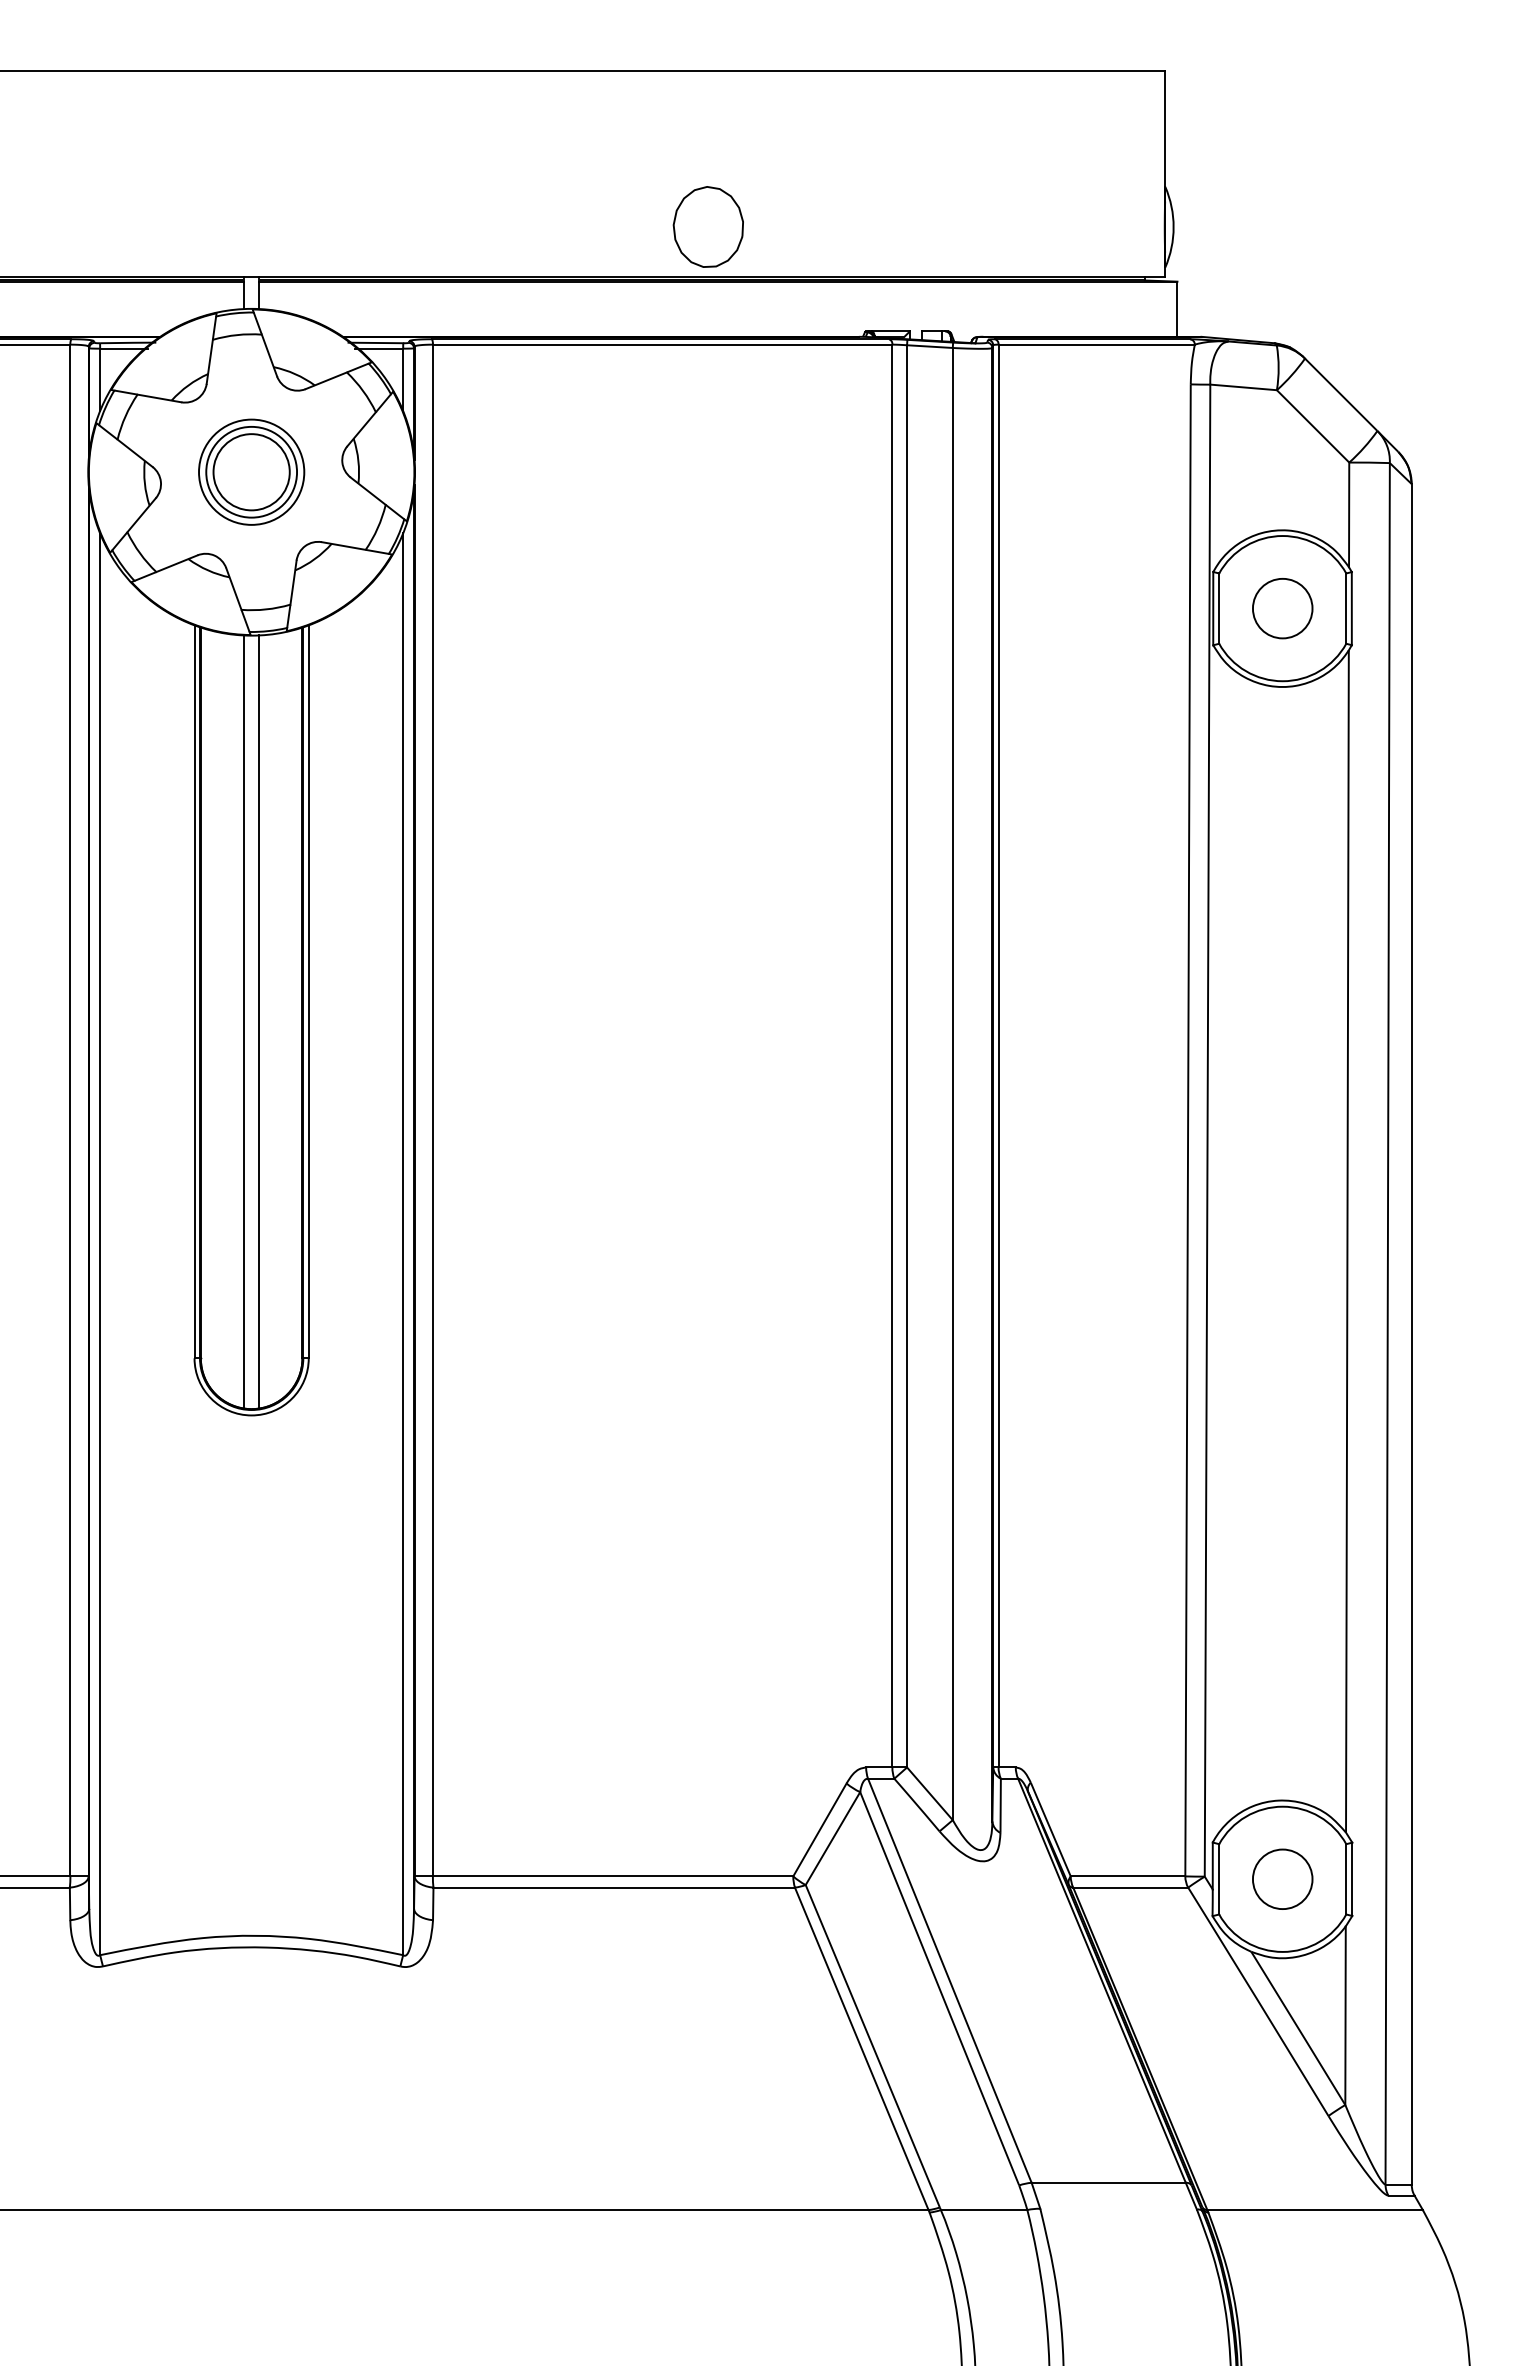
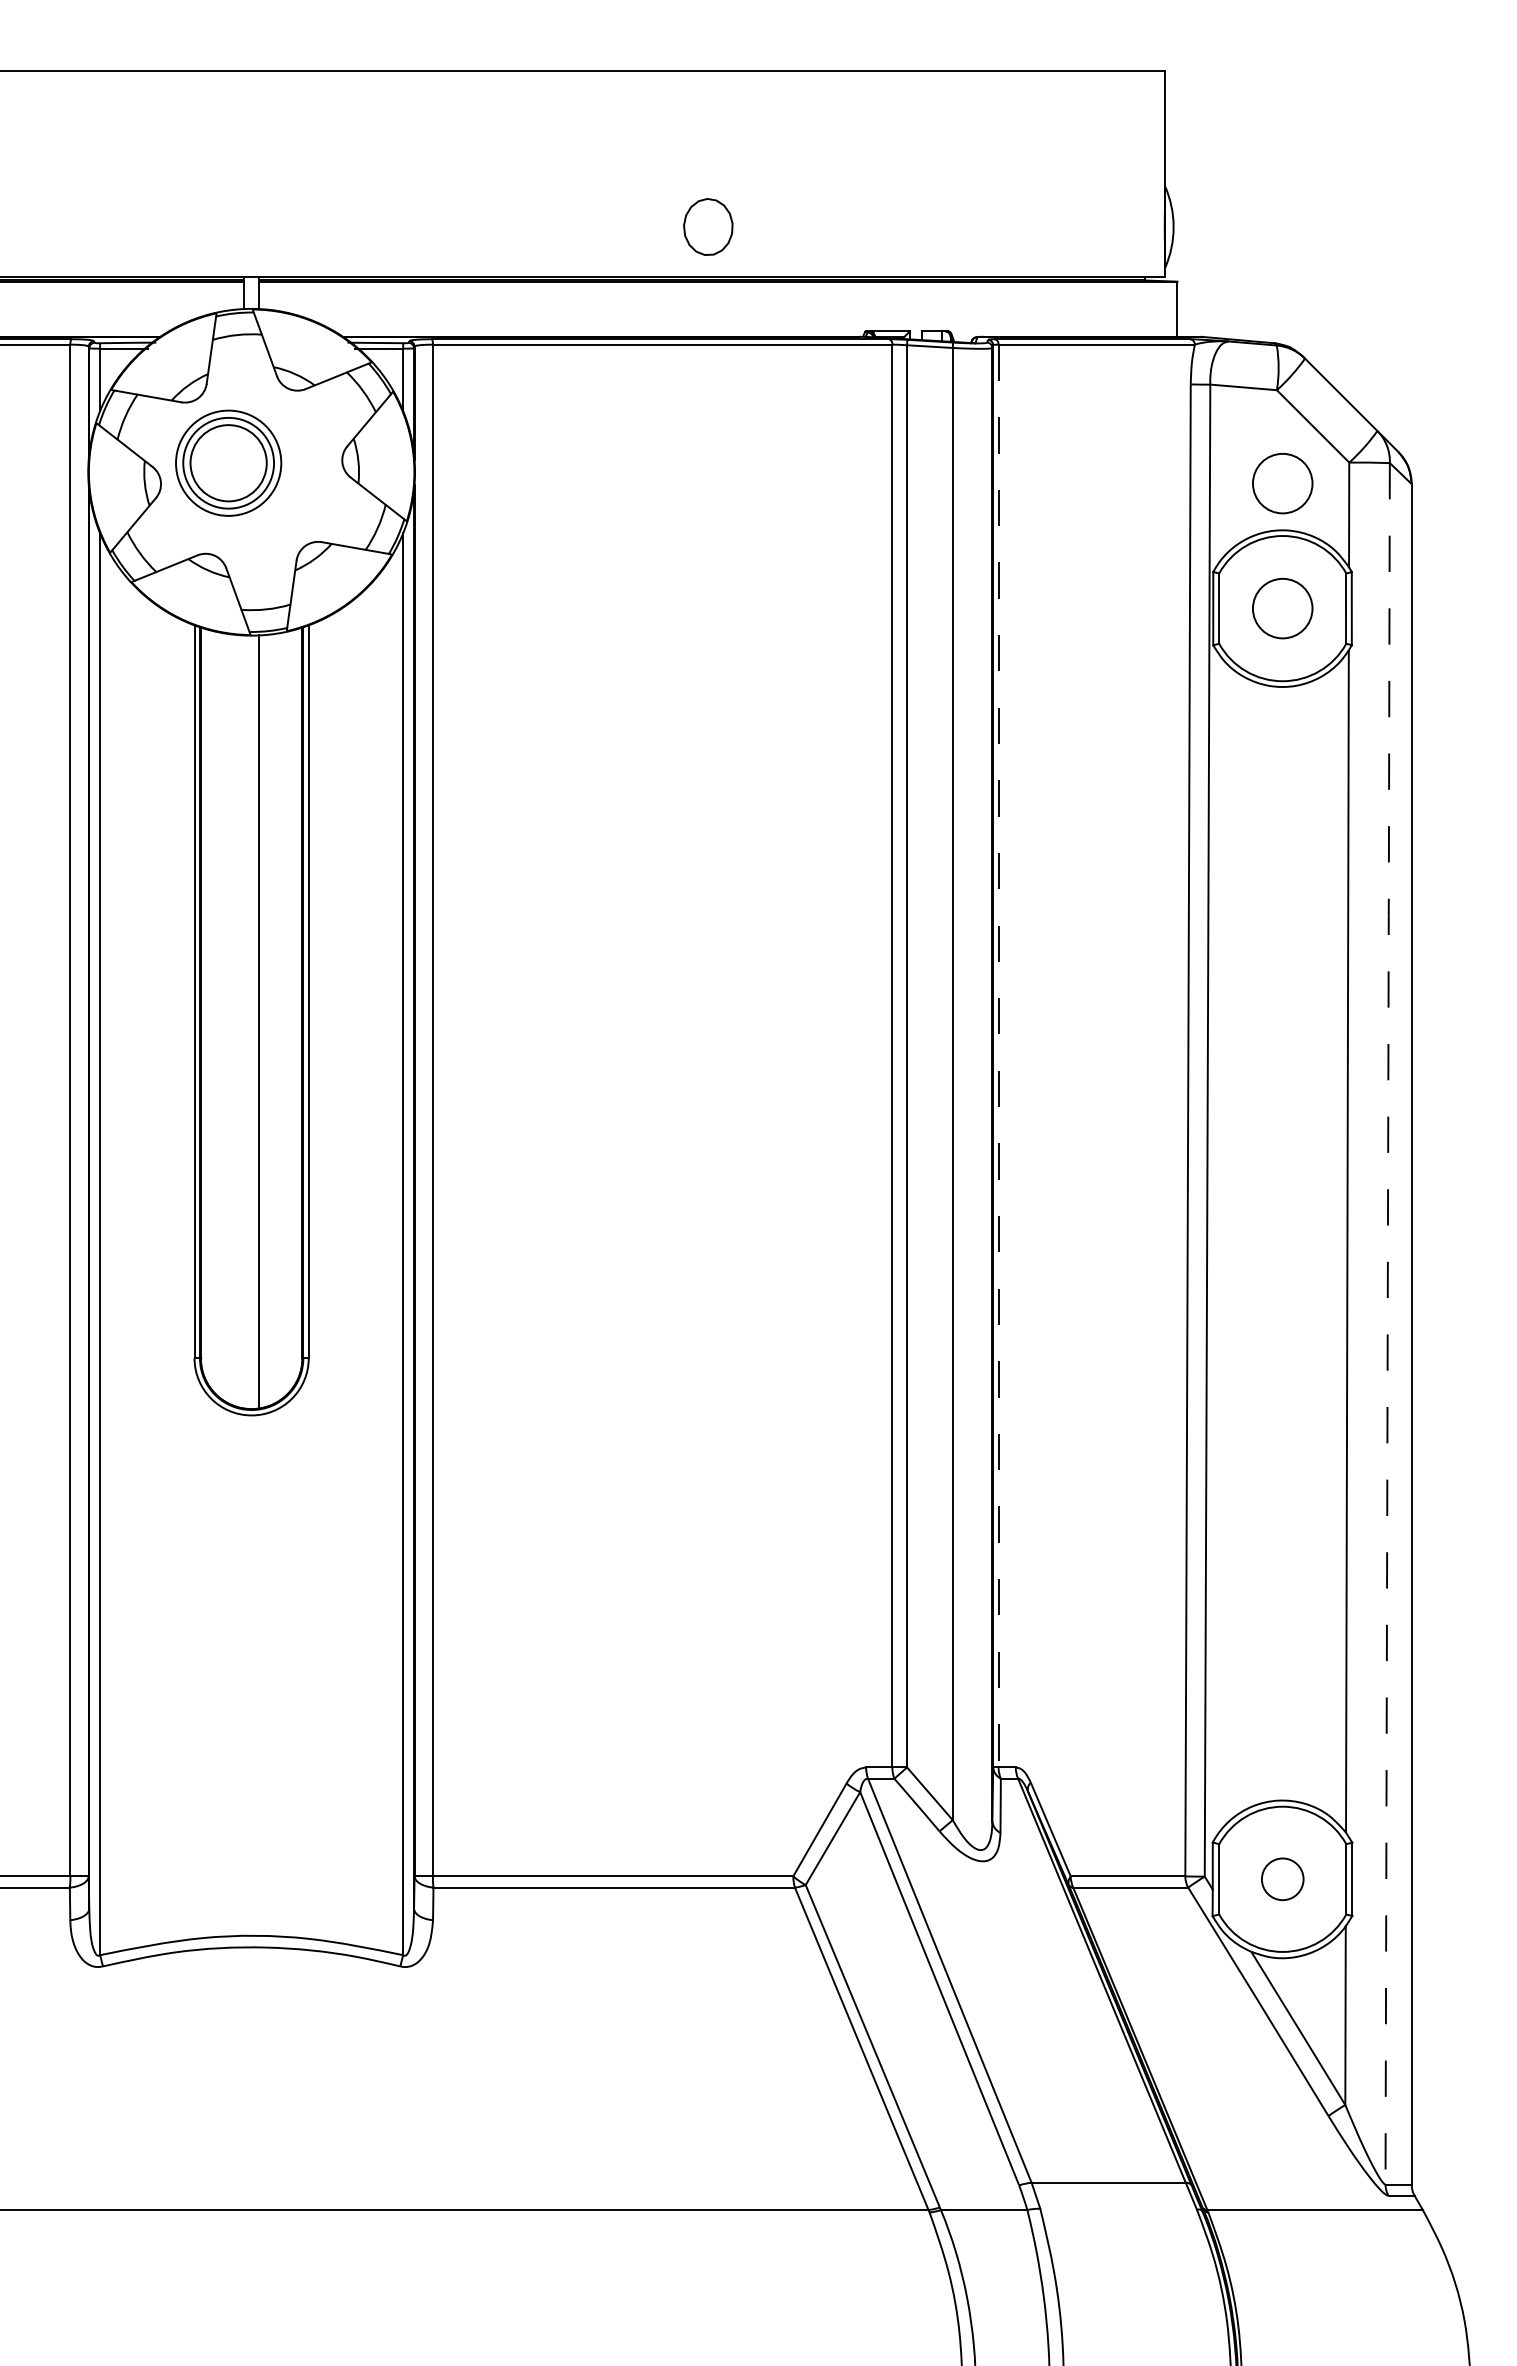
part at (707, 226) size: 72x82 px -> 51x58 px
part at (251, 471) position: (251, 471) -> (228, 462)
circle at (1282, 483): none -> present
line at (244, 1021): present -> none
line at (998, 1056): solid -> dashed
line at (1387, 1322): solid -> dashed
circle at (1282, 1879) diameter: 60 px -> 42 px
